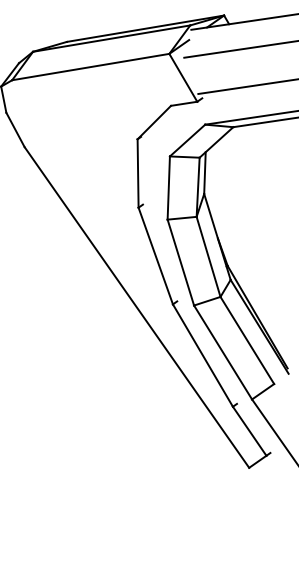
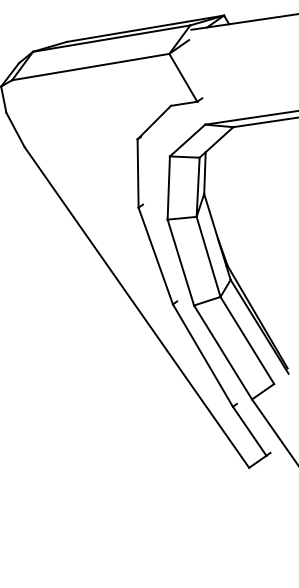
line at (239, 49): present -> none
line at (246, 86): present -> none
